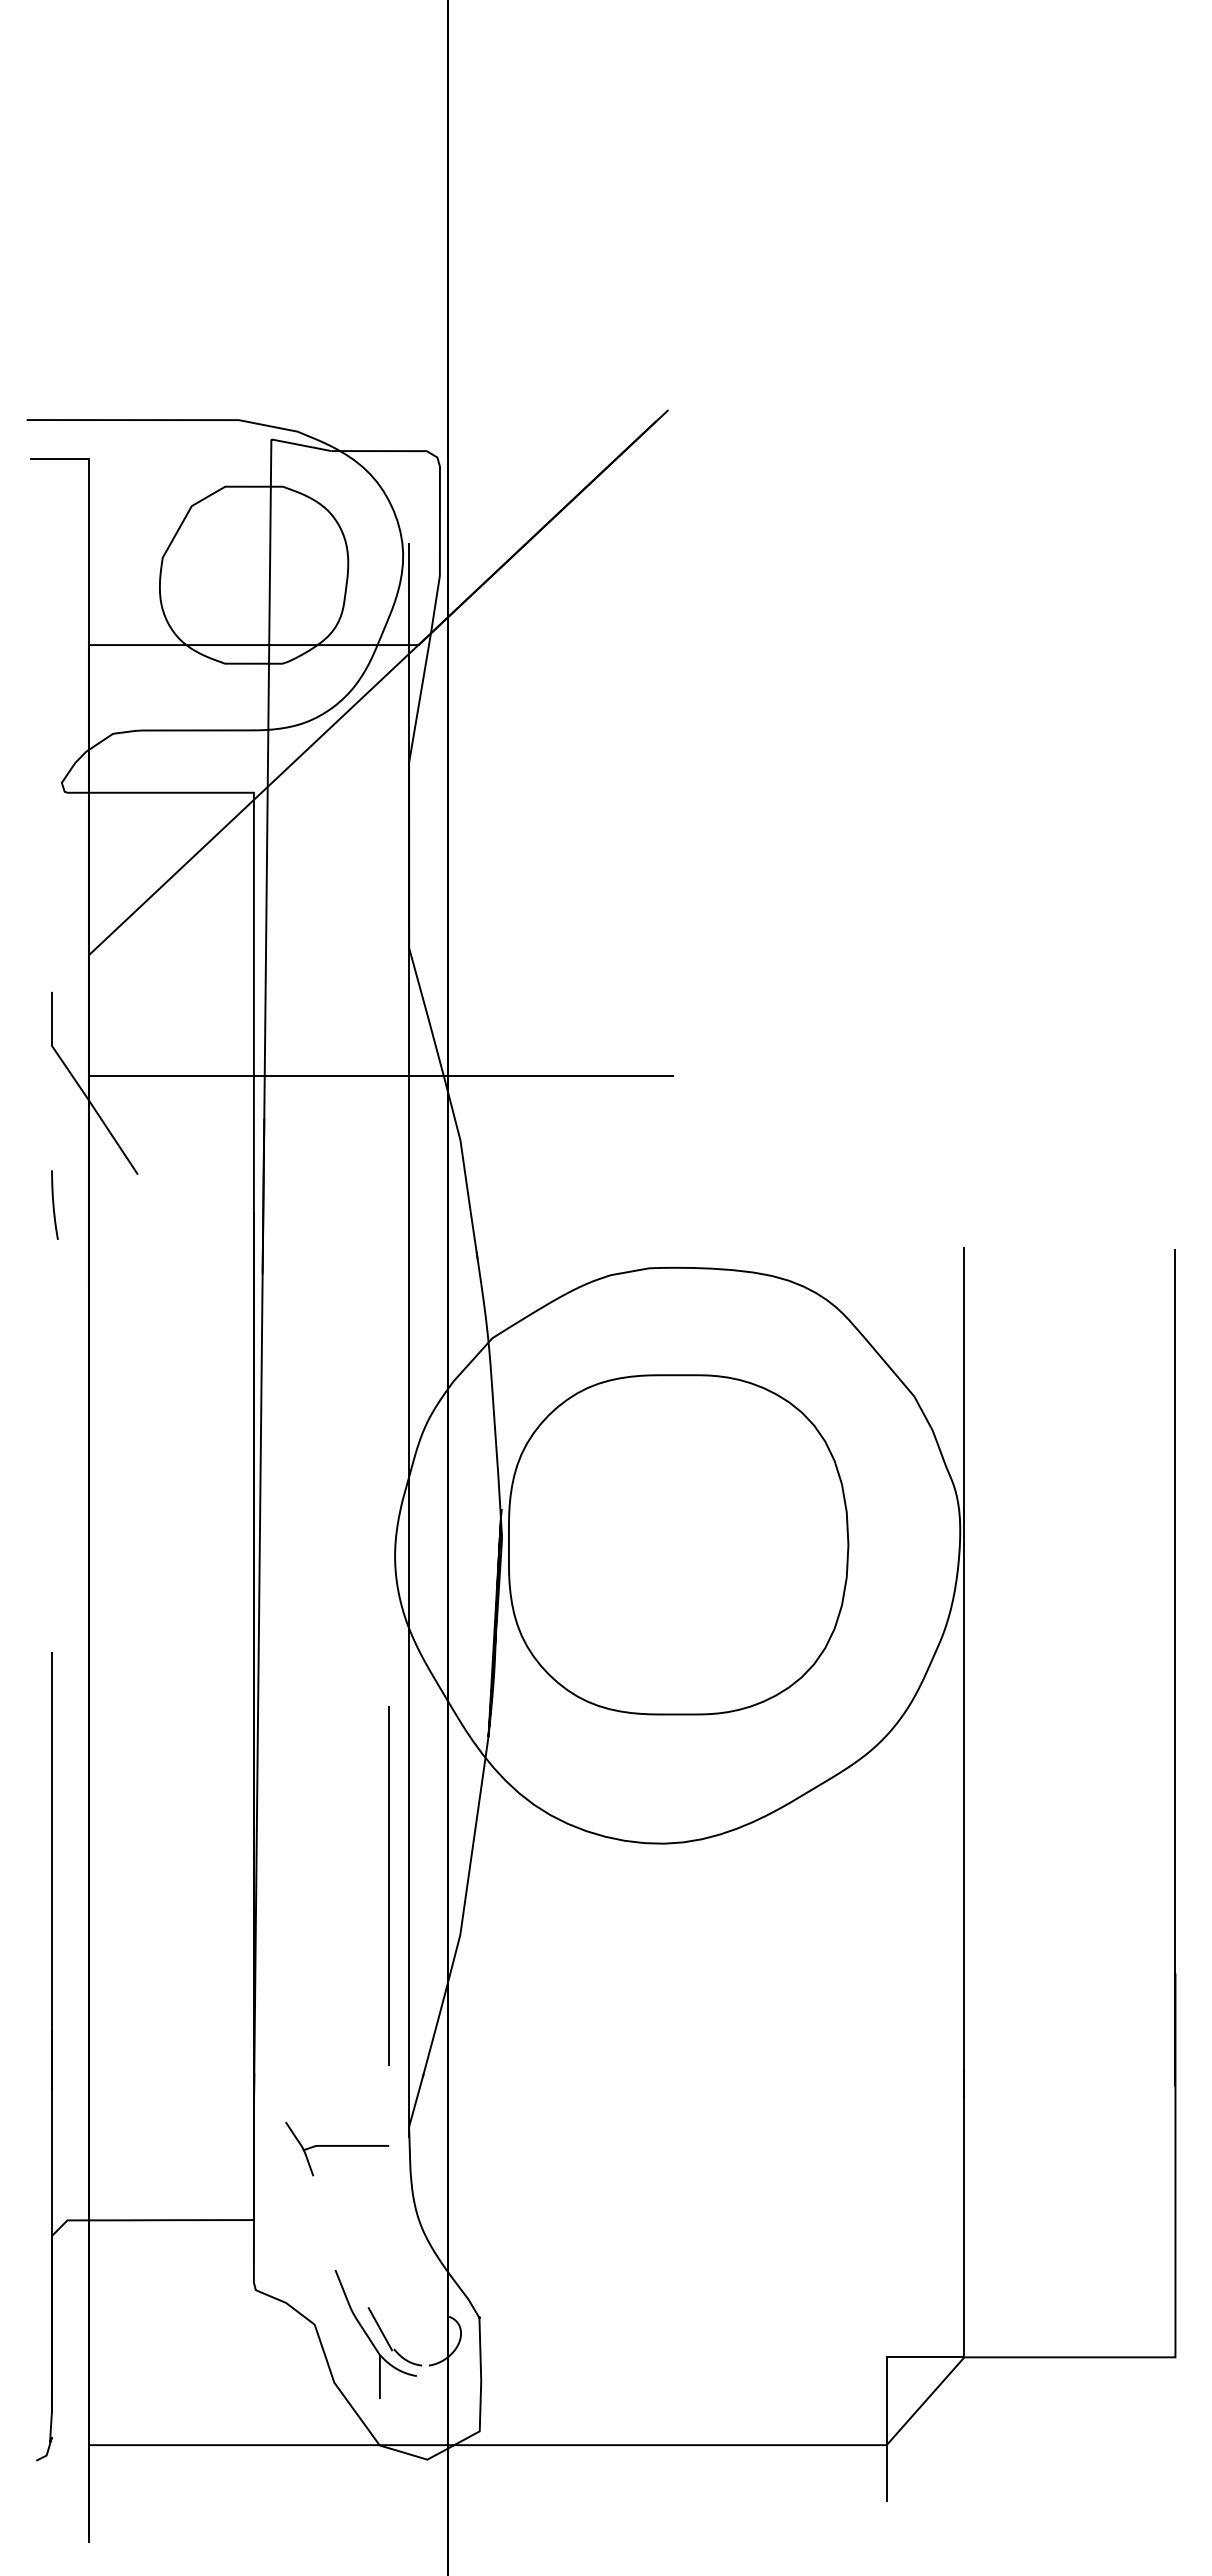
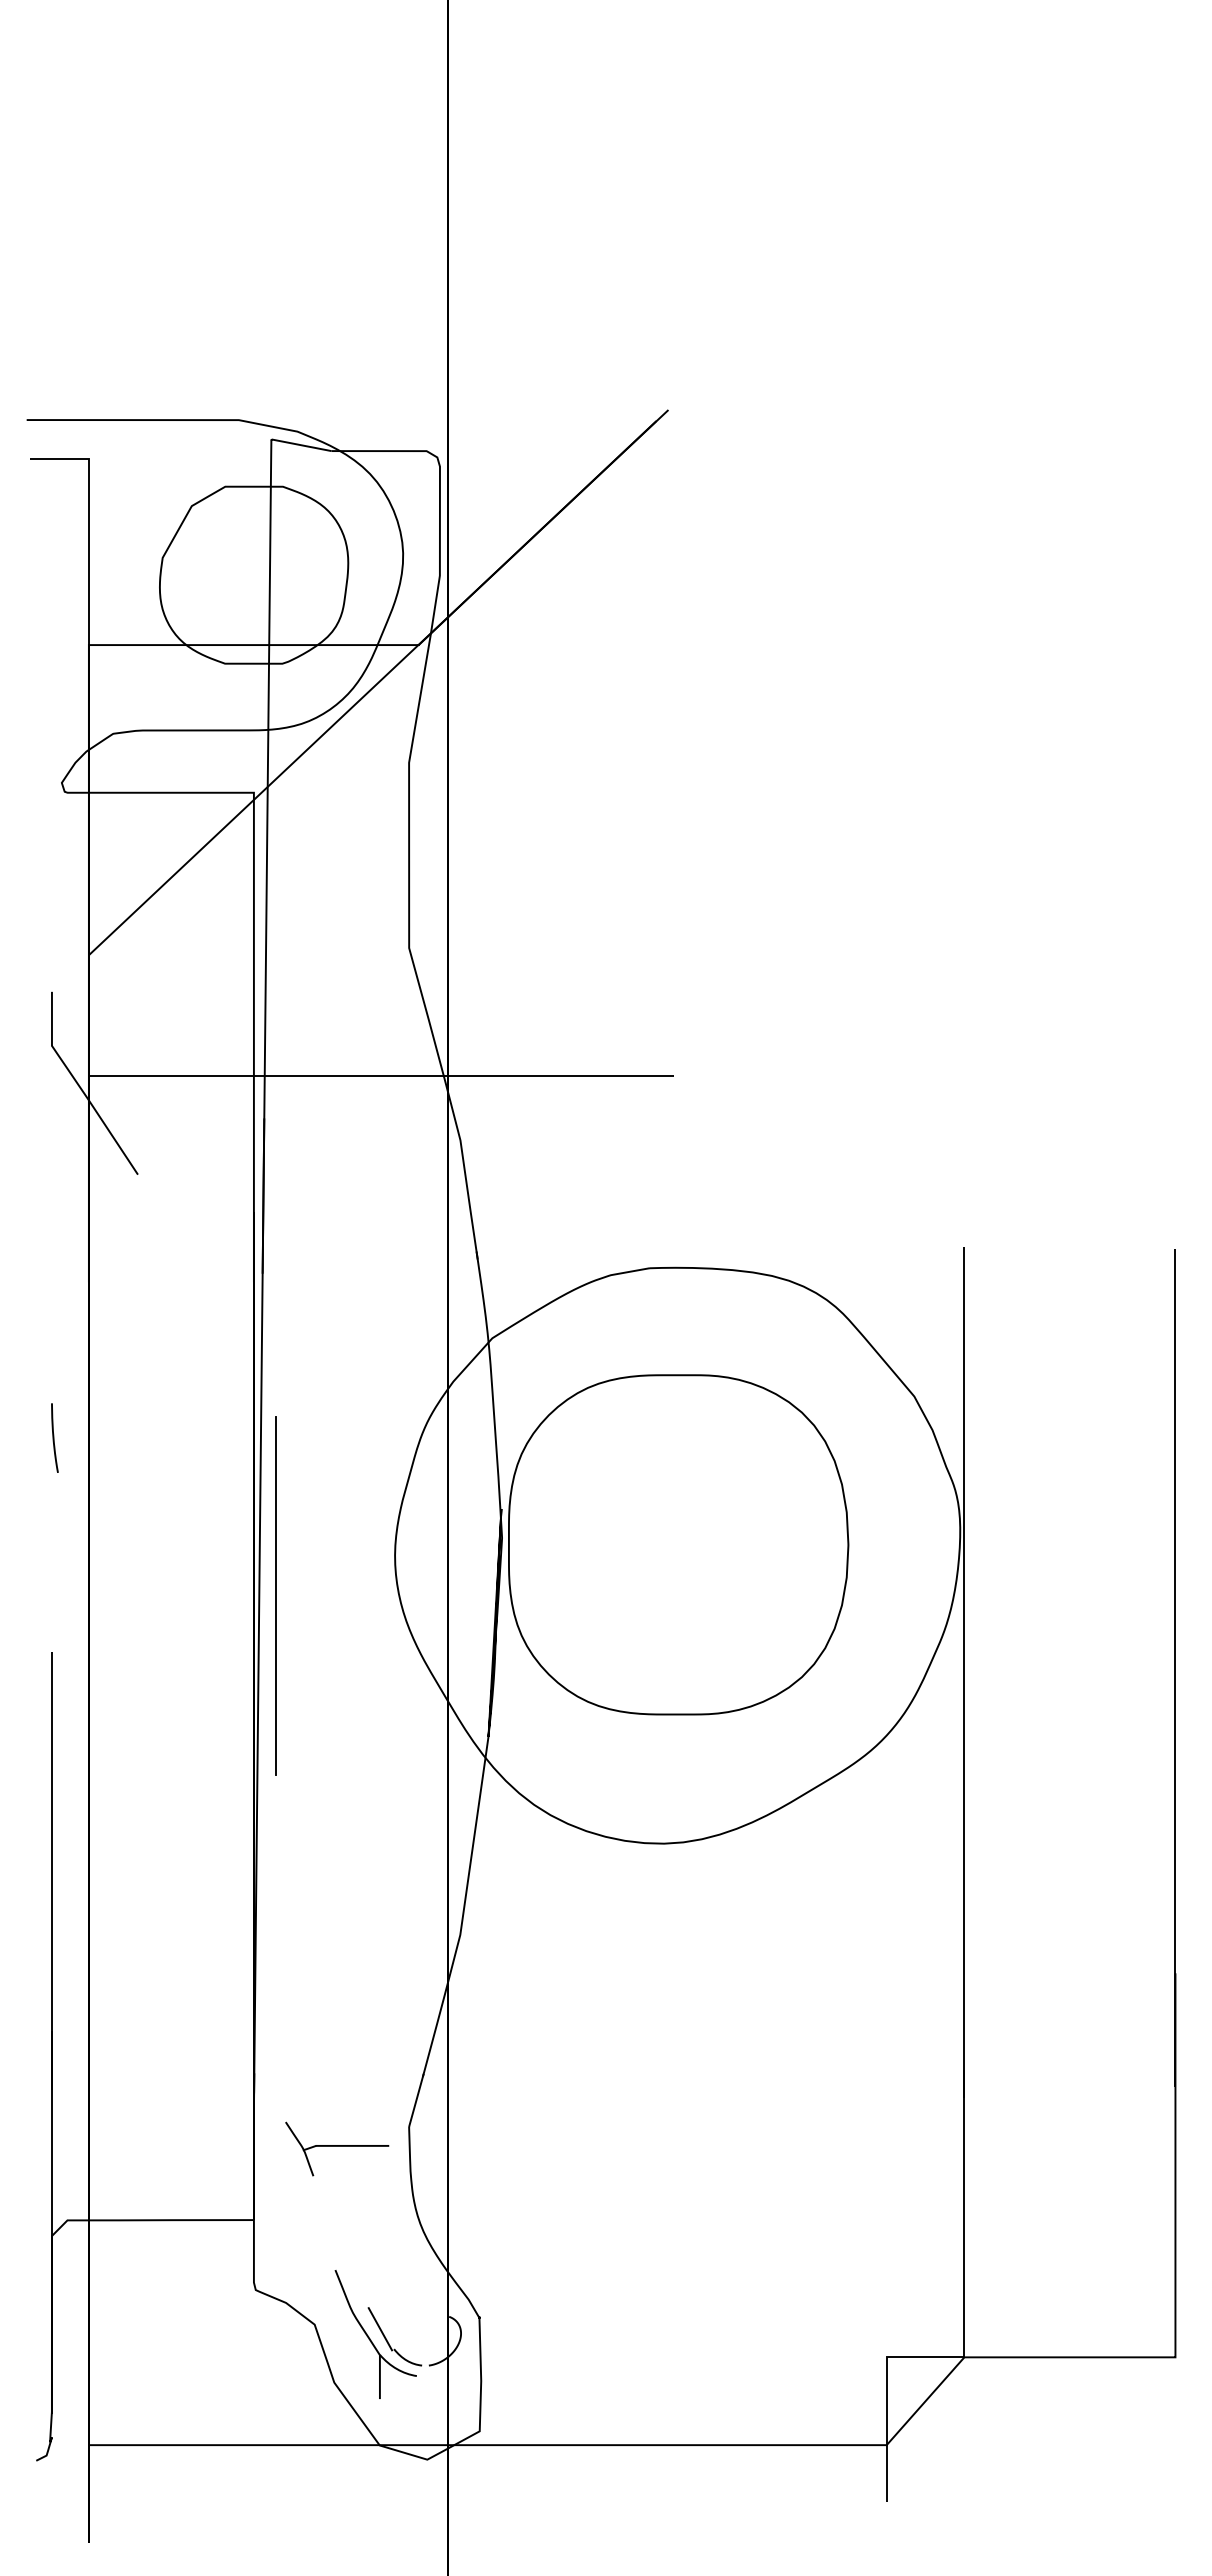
curve at (54, 1204) position: (54, 1204) -> (54, 1437)
line at (409, 1340): present -> none
line at (388, 1885) position: (388, 1885) -> (275, 1595)
